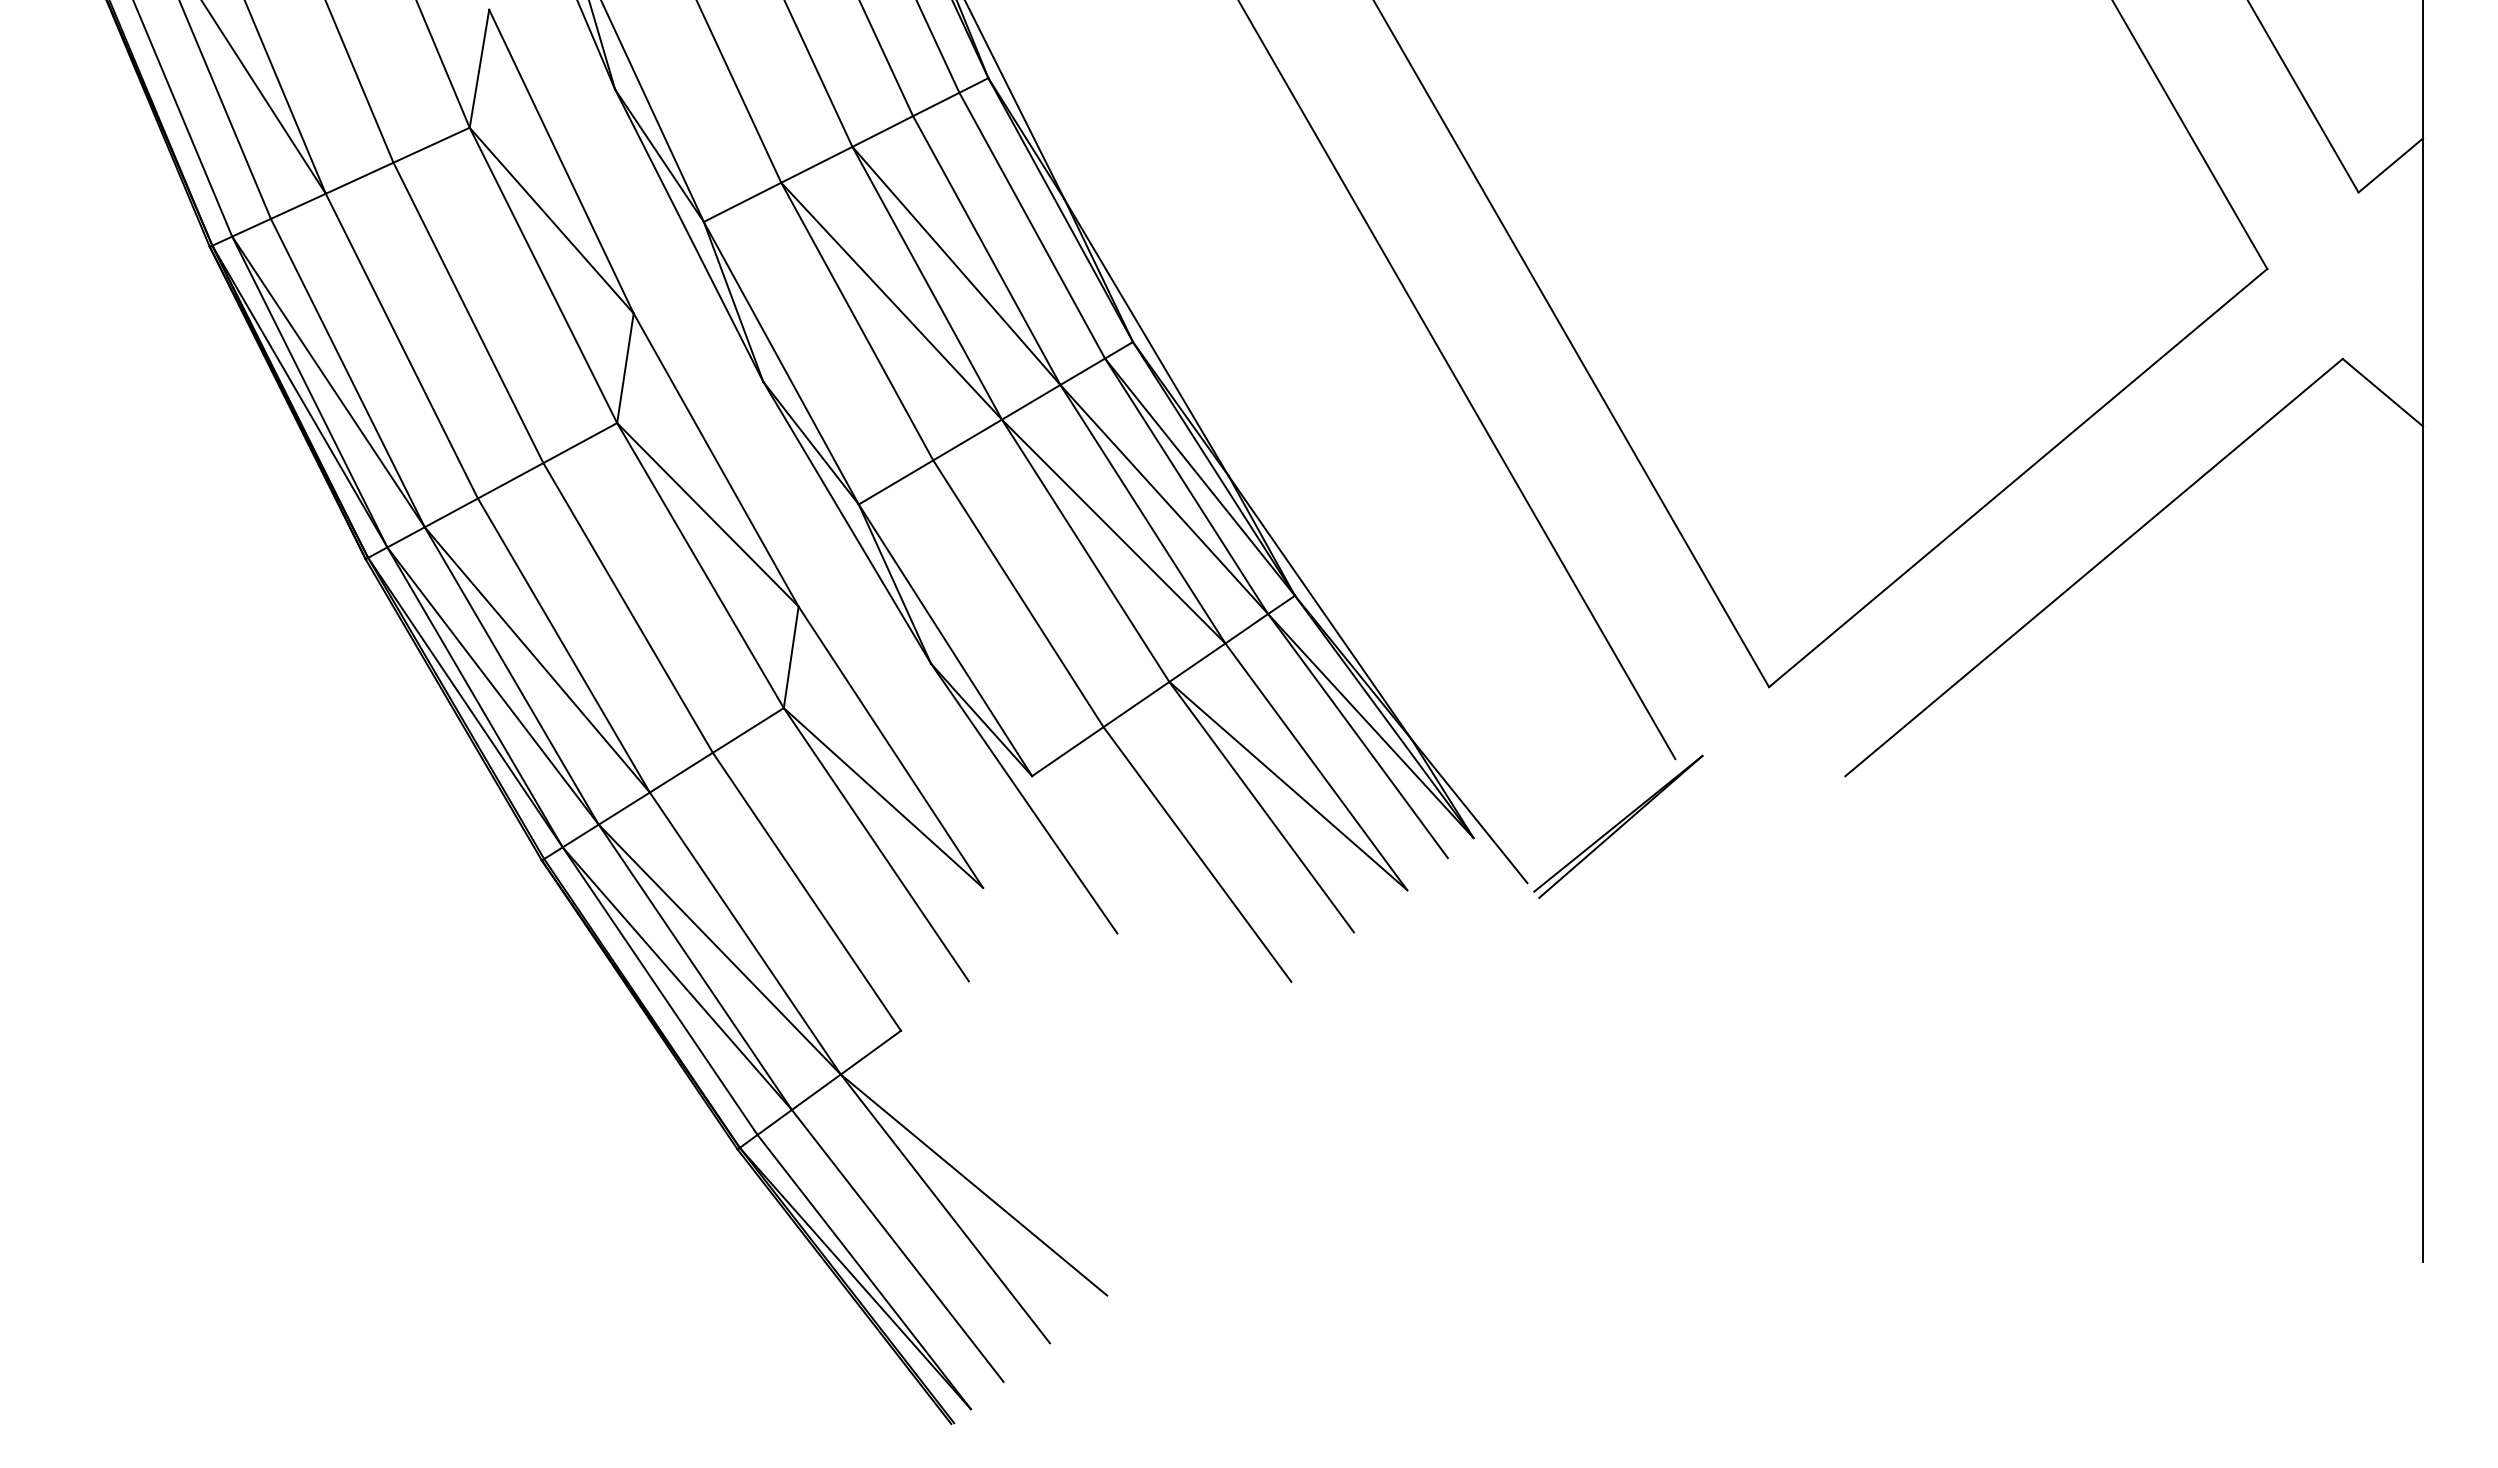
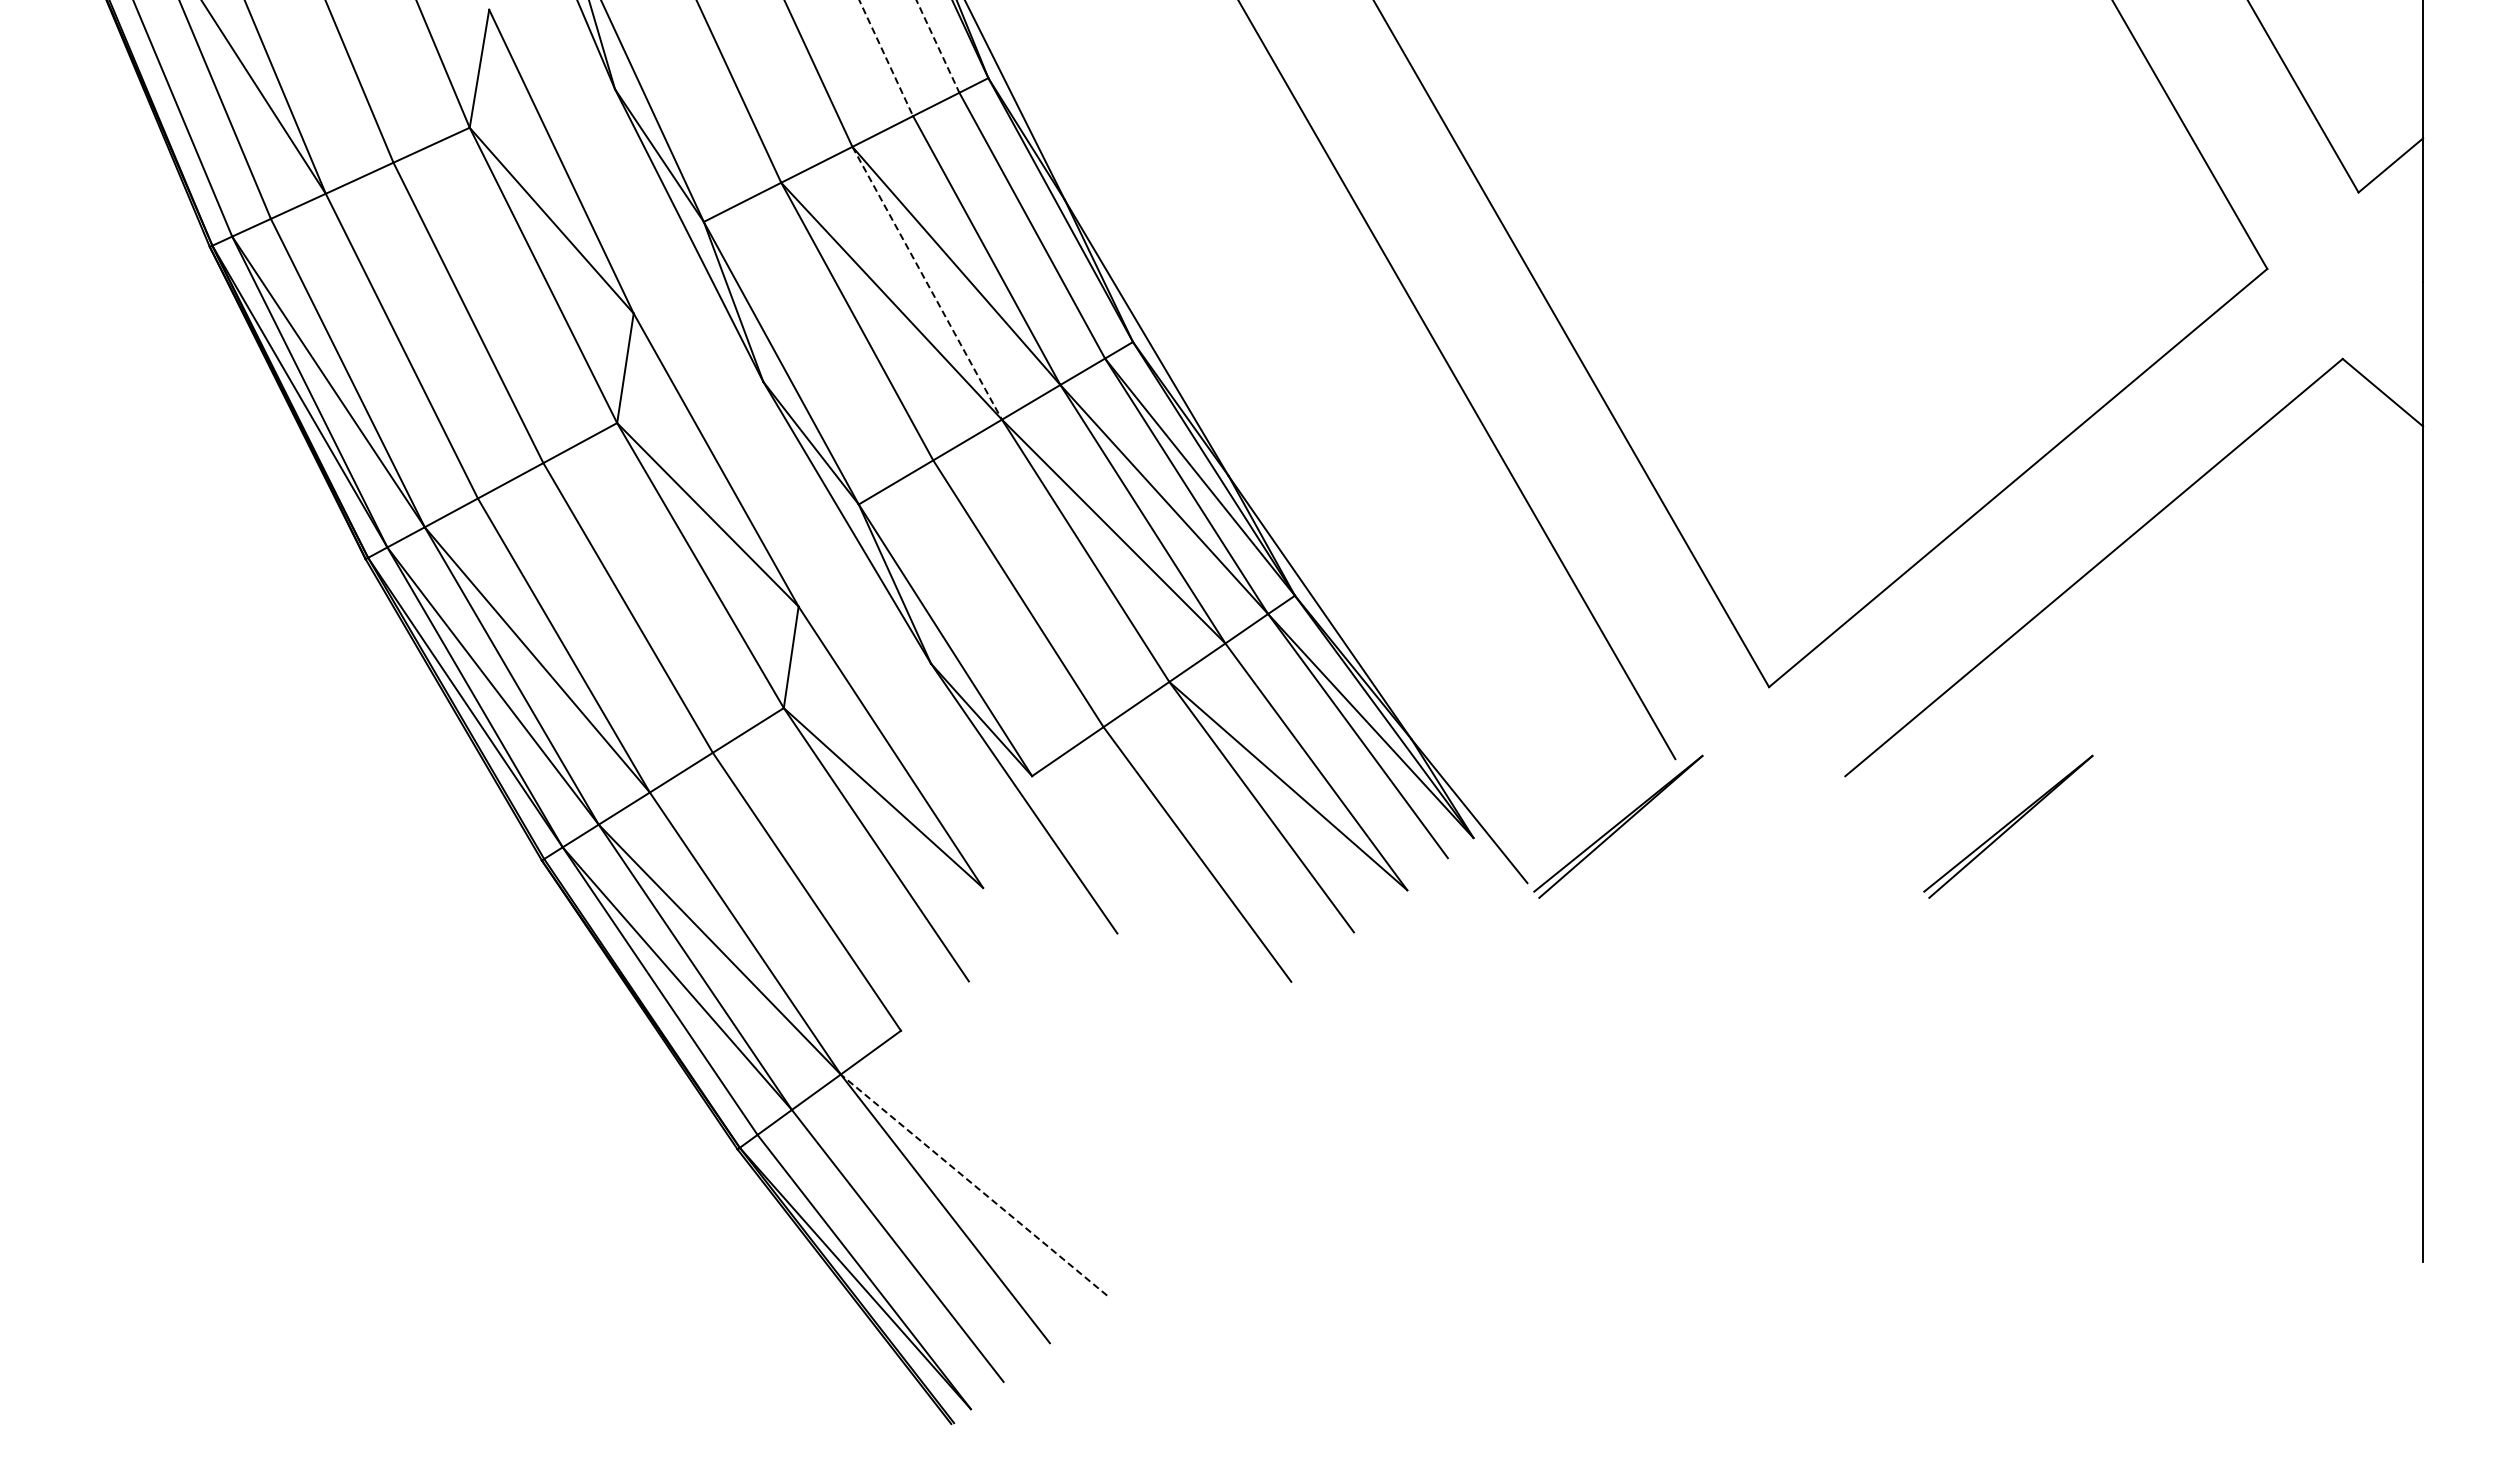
line at (938, 46): solid -> dashed
line at (886, 58): solid -> dashed
line at (927, 283): solid -> dashed
part at (2008, 826): none -> present
line at (973, 1184): solid -> dashed
